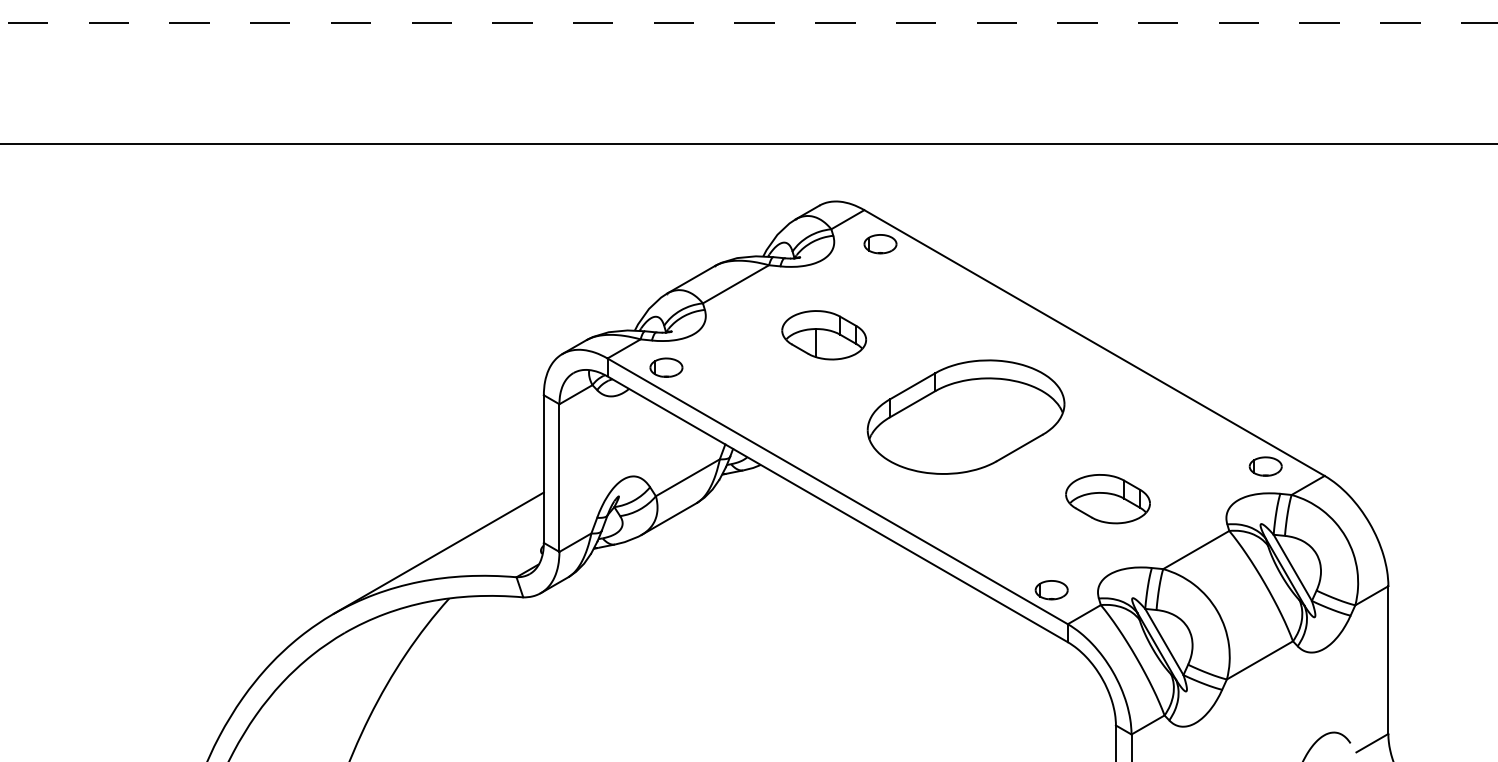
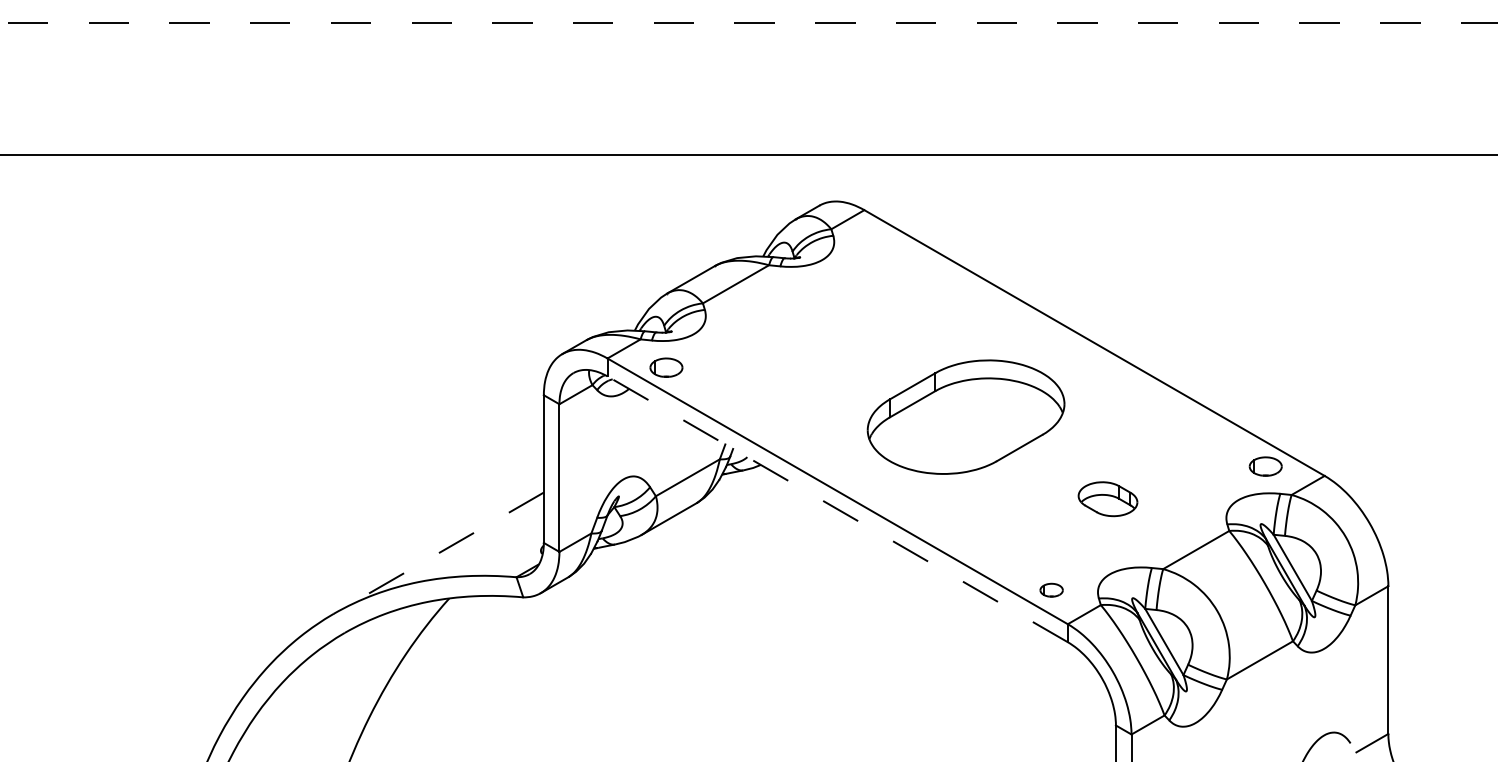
line at (748, 144) position: (748, 144) -> (748, 155)
part at (880, 244): present -> none
part at (823, 335): present -> none
part at (1107, 499) size: 86x51 px -> 62x37 px
line at (837, 509): solid -> dashed
line at (438, 553): solid -> dashed
part at (1051, 590) size: 35x21 px -> 25x16 px
